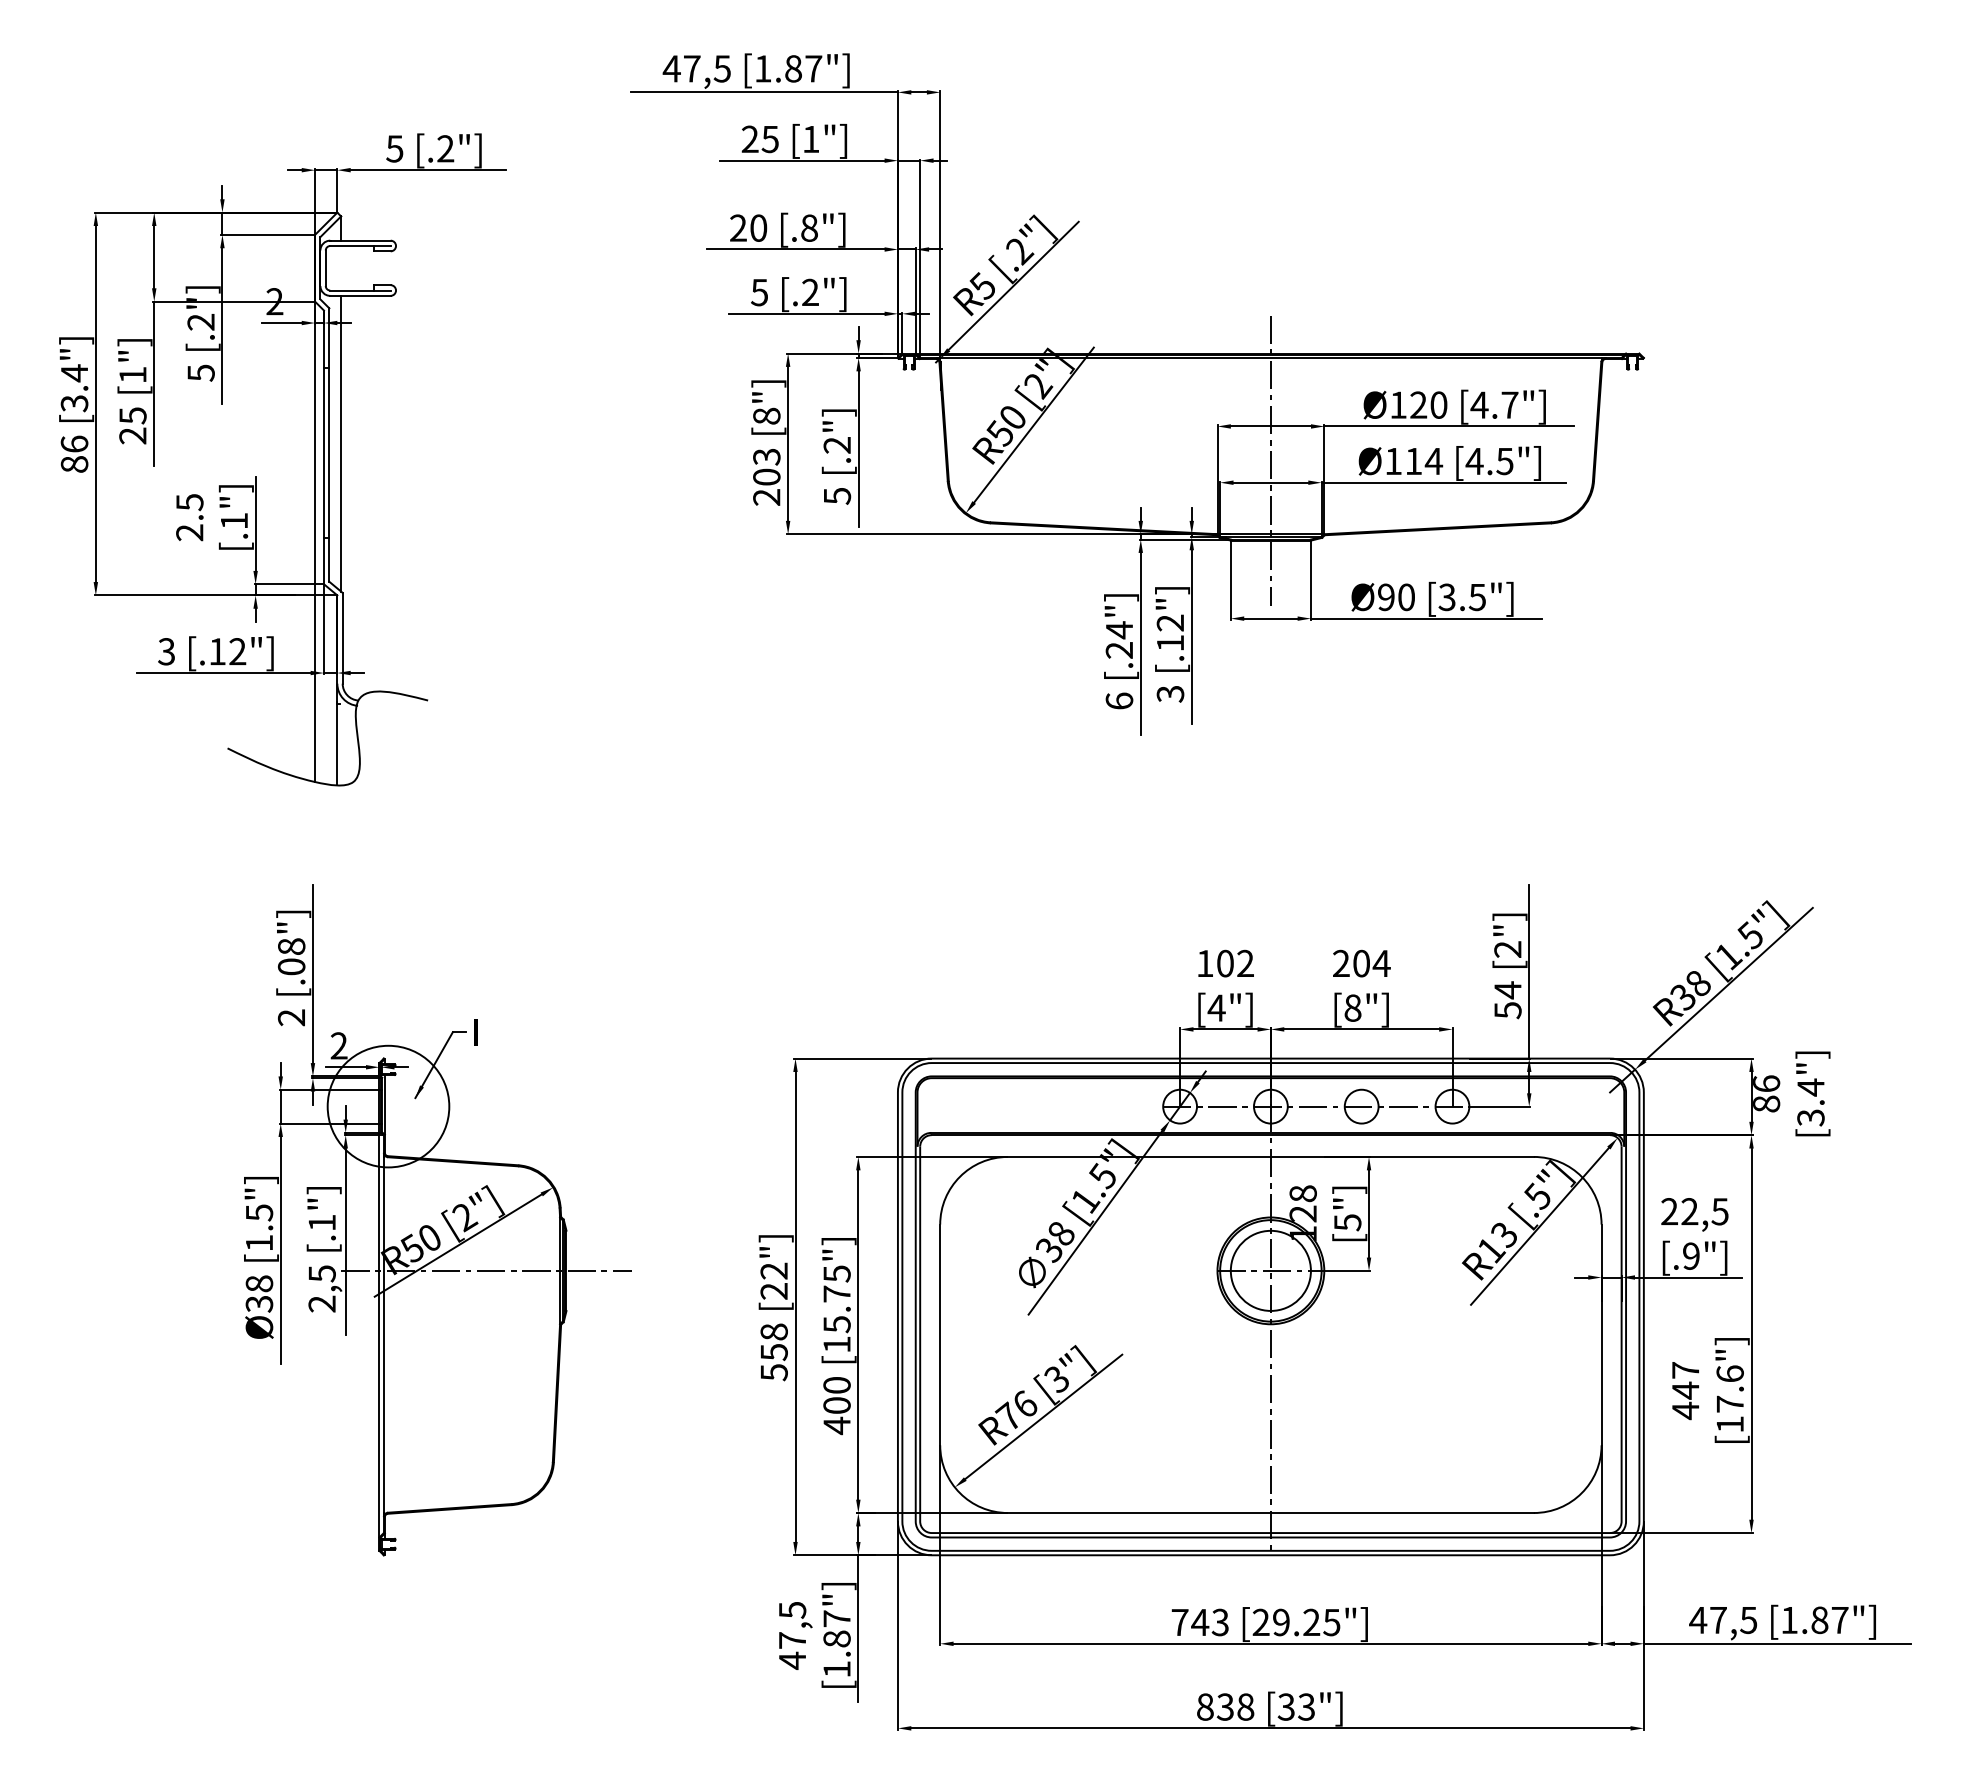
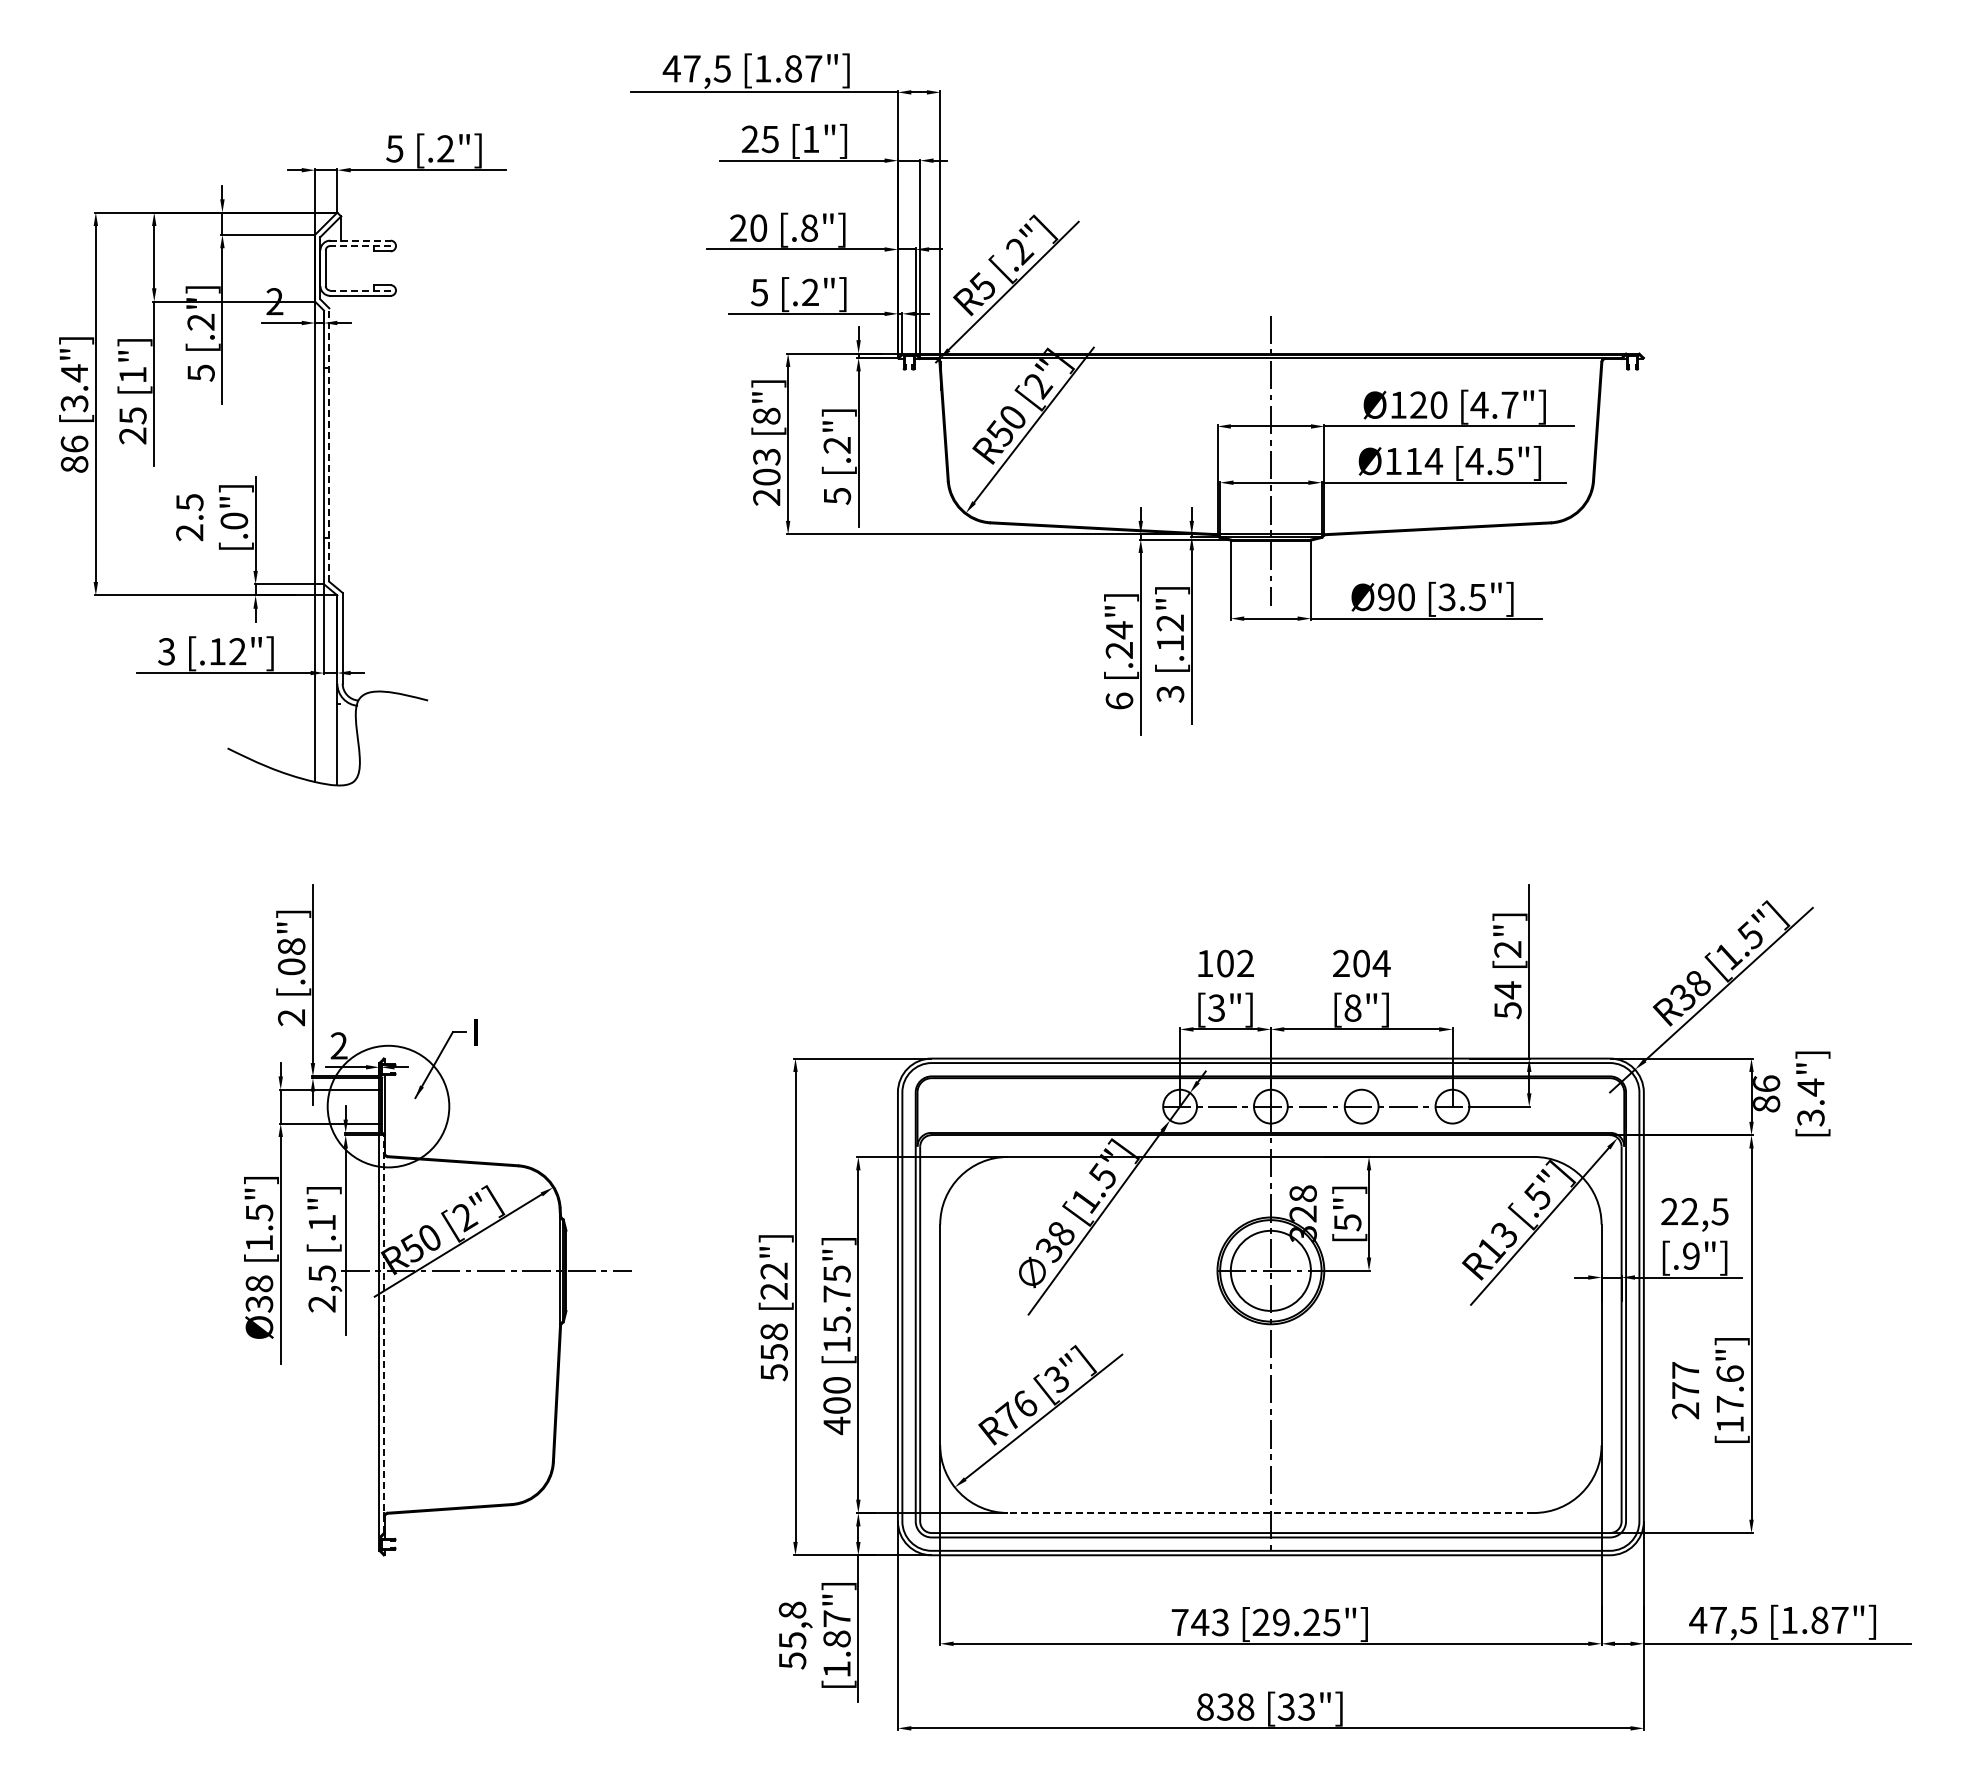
line at (360, 240): solid -> dashed
line at (359, 246): solid -> dashed
line at (359, 290): solid -> dashed
line at (341, 443): present -> none
line at (329, 445): solid -> dashed
text at (234, 520): [.1"] -> [.0"]
text at (1216, 1007): [4"] -> [3"]
text at (1302, 1234): 128 -> 328
line at (383, 1334): solid -> dashed
text at (1685, 1400): 447 -> 277
line at (1270, 1513): solid -> dashed
text at (792, 1635): 47,5 -> 55,8
